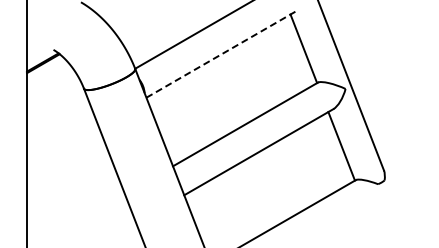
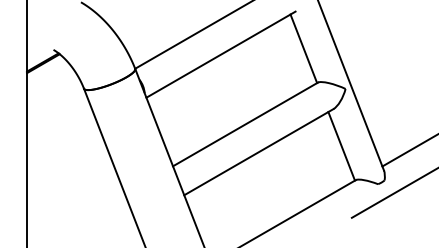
line at (221, 54): dashed -> solid
line at (408, 150): none -> present
line at (393, 193): none -> present
